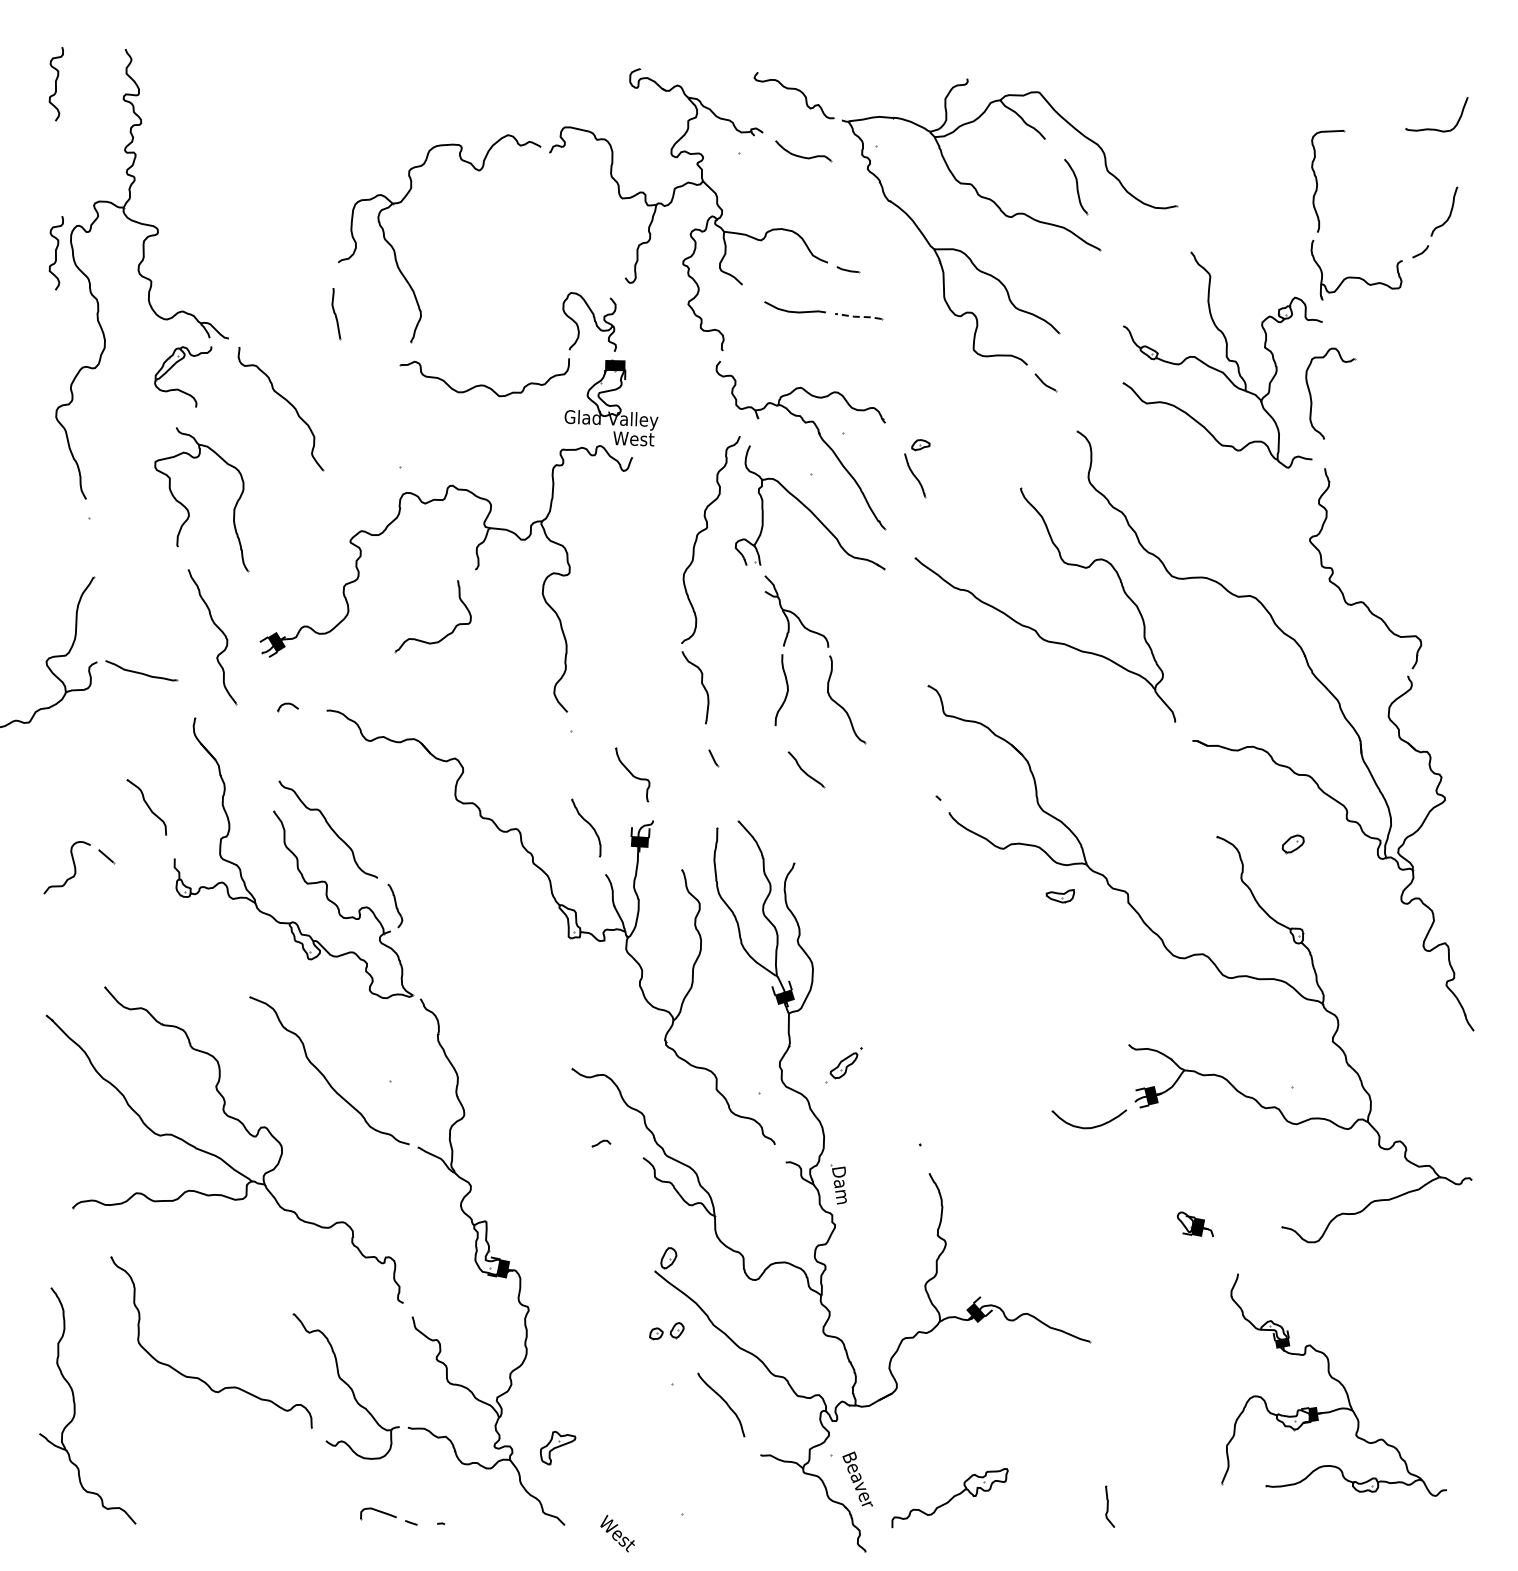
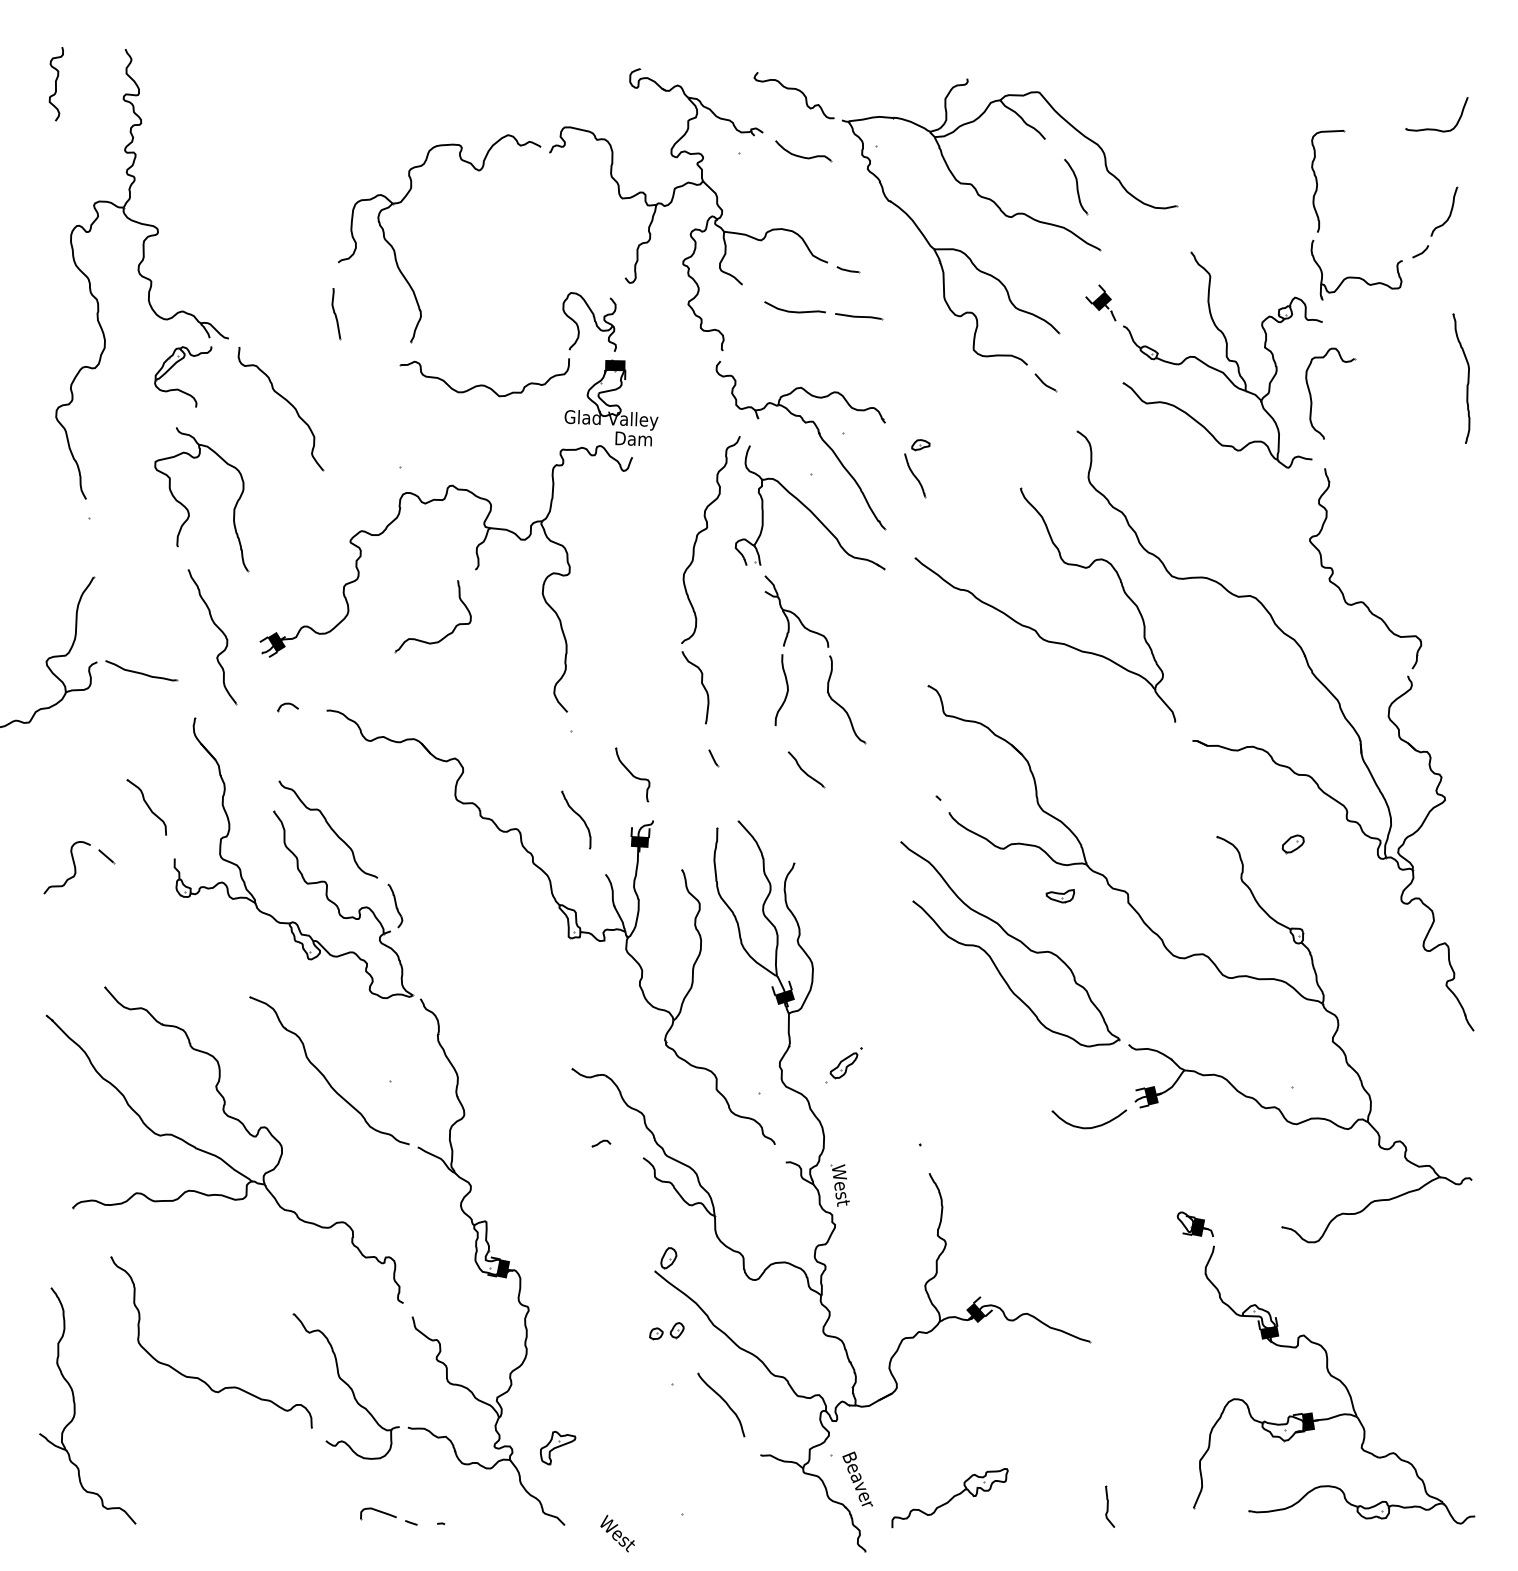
curve at (55, 253): present -> none
part at (1100, 302): none -> present
line at (858, 316): dashed -> solid
part at (1461, 378): none -> present
text at (633, 438): West -> Dam
part at (586, 827) position: (586, 827) -> (576, 819)
part at (1014, 939): none -> present
text at (840, 1185): Dam -> West
part at (1333, 1384) size: 226x224 px -> 283x280 px
